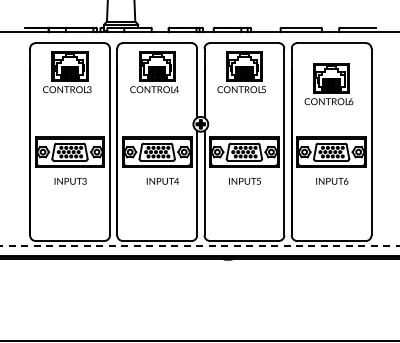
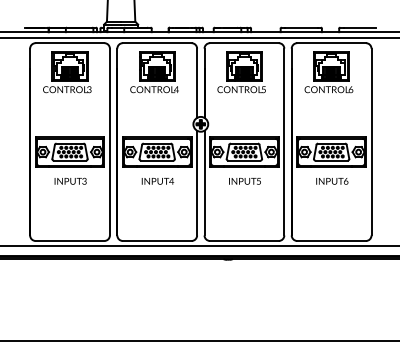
line at (199, 37): none -> present
part at (328, 84) position: (328, 84) -> (328, 72)
text at (162, 181) position: (162, 181) -> (157, 181)
line at (200, 246): dashed -> solid
